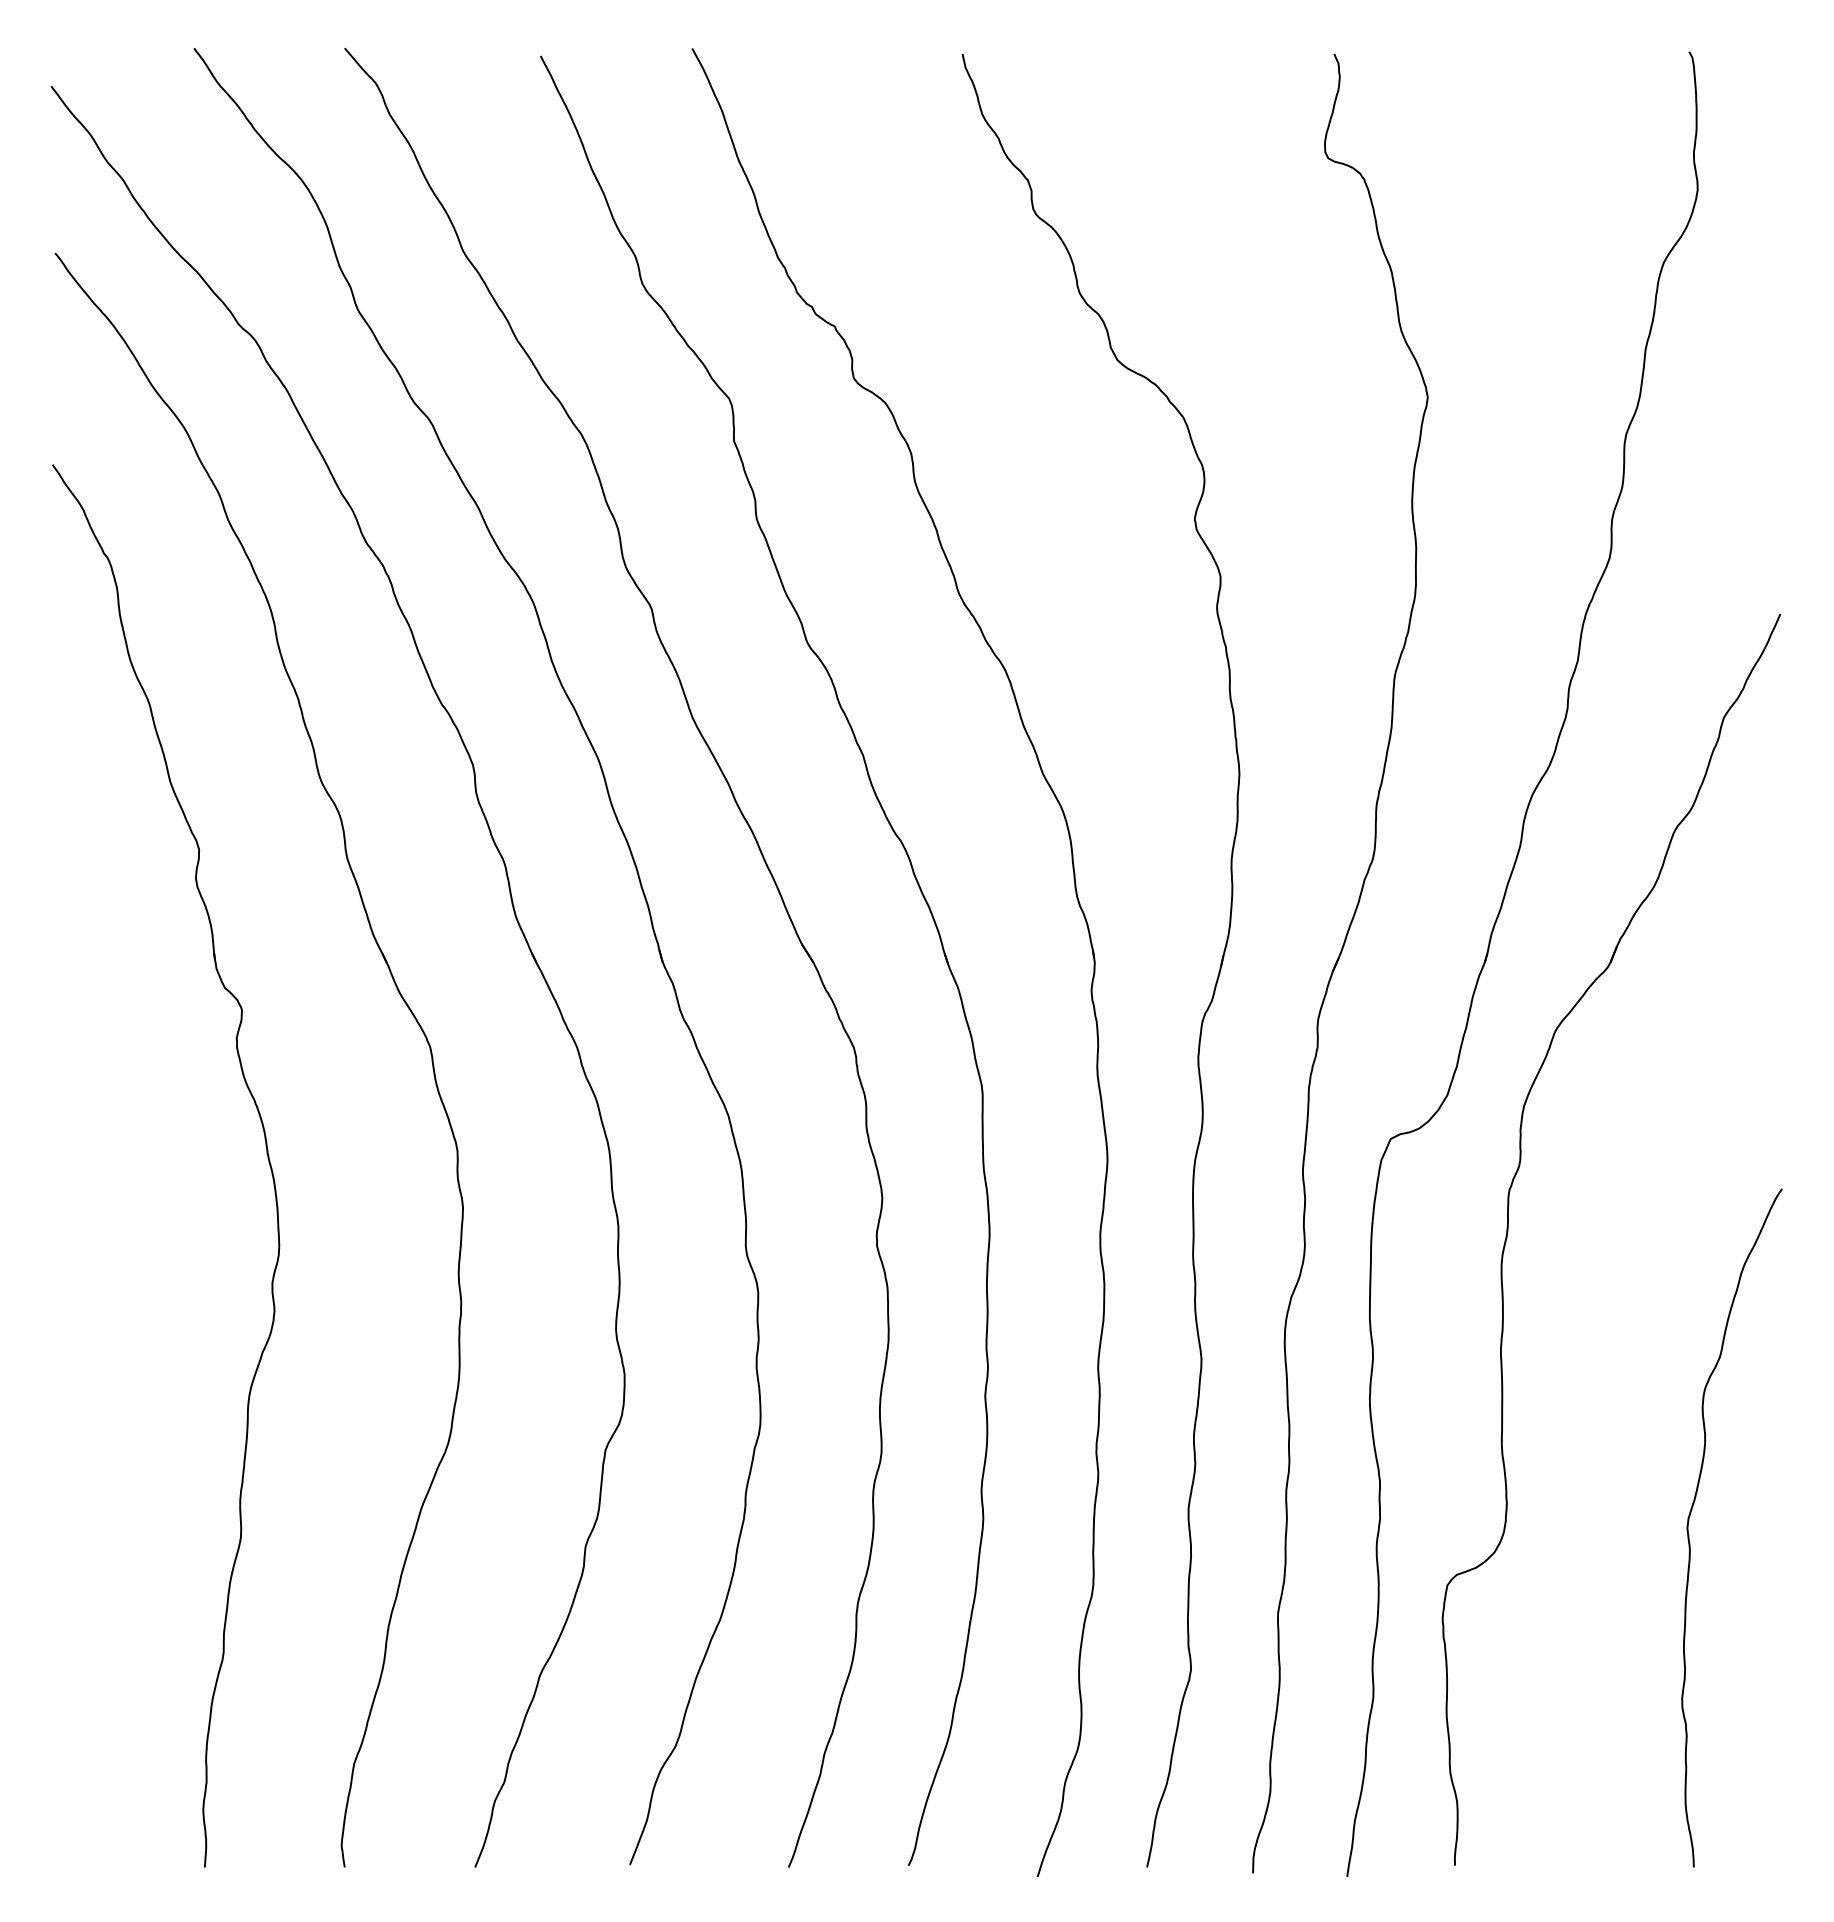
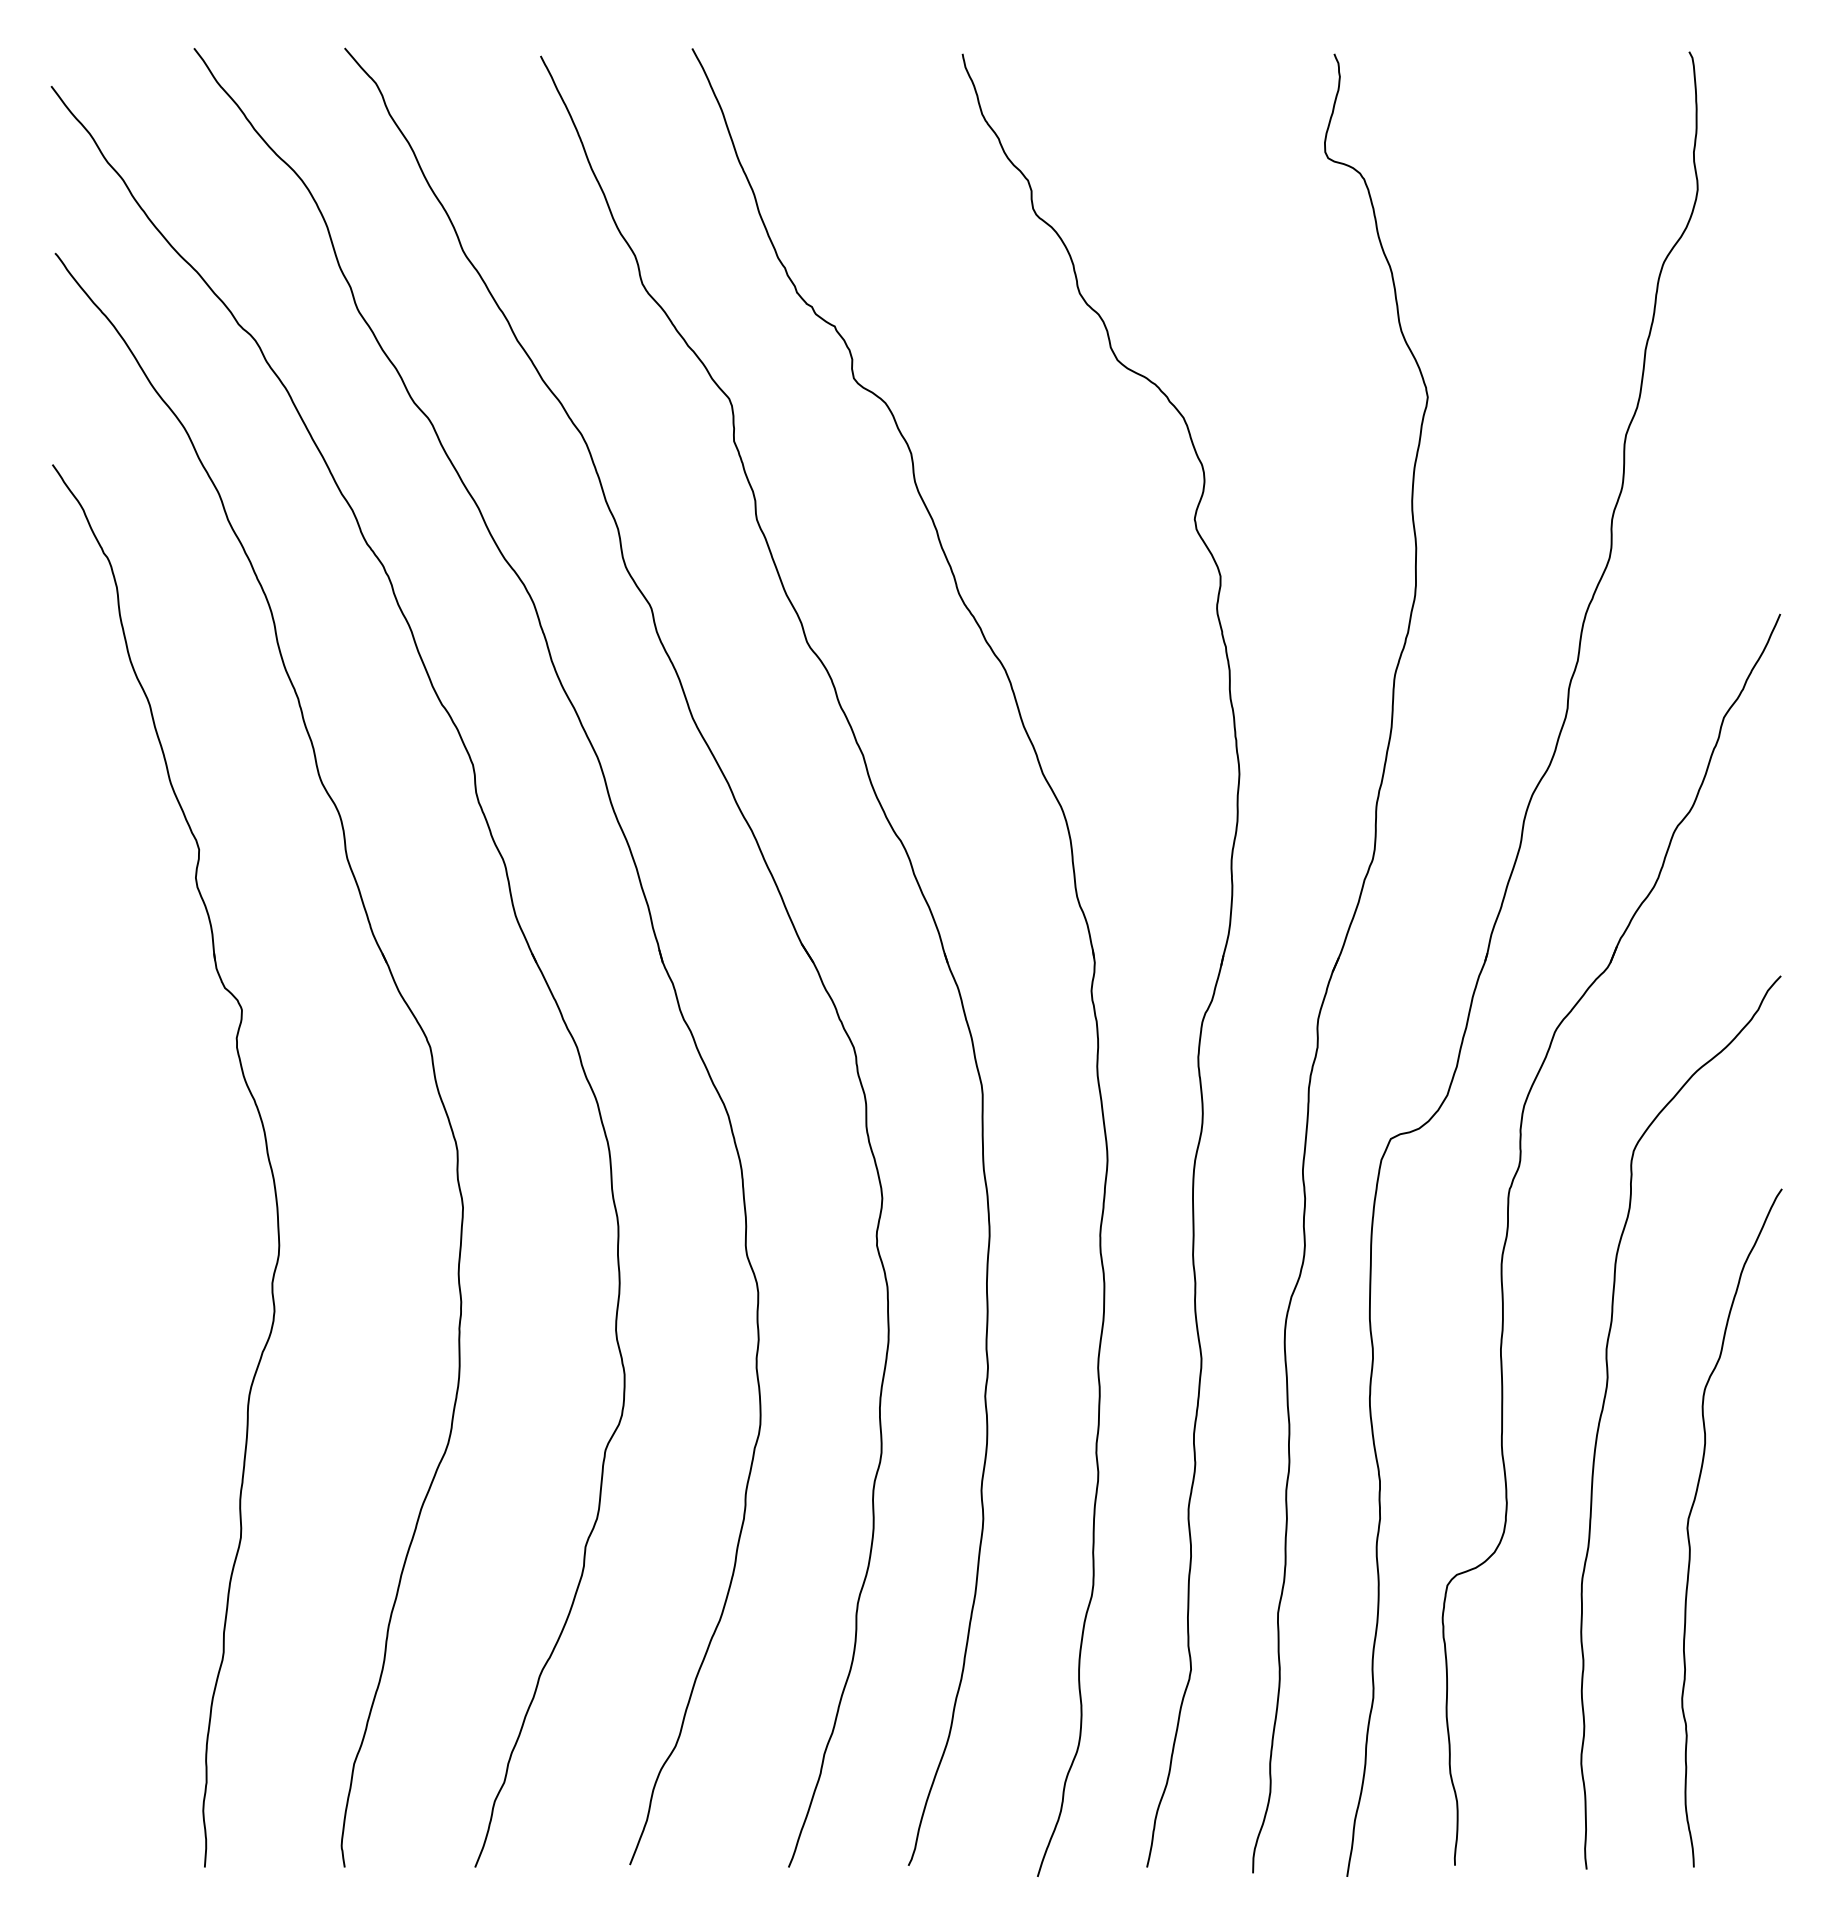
curve at (1604, 1405): none -> present
